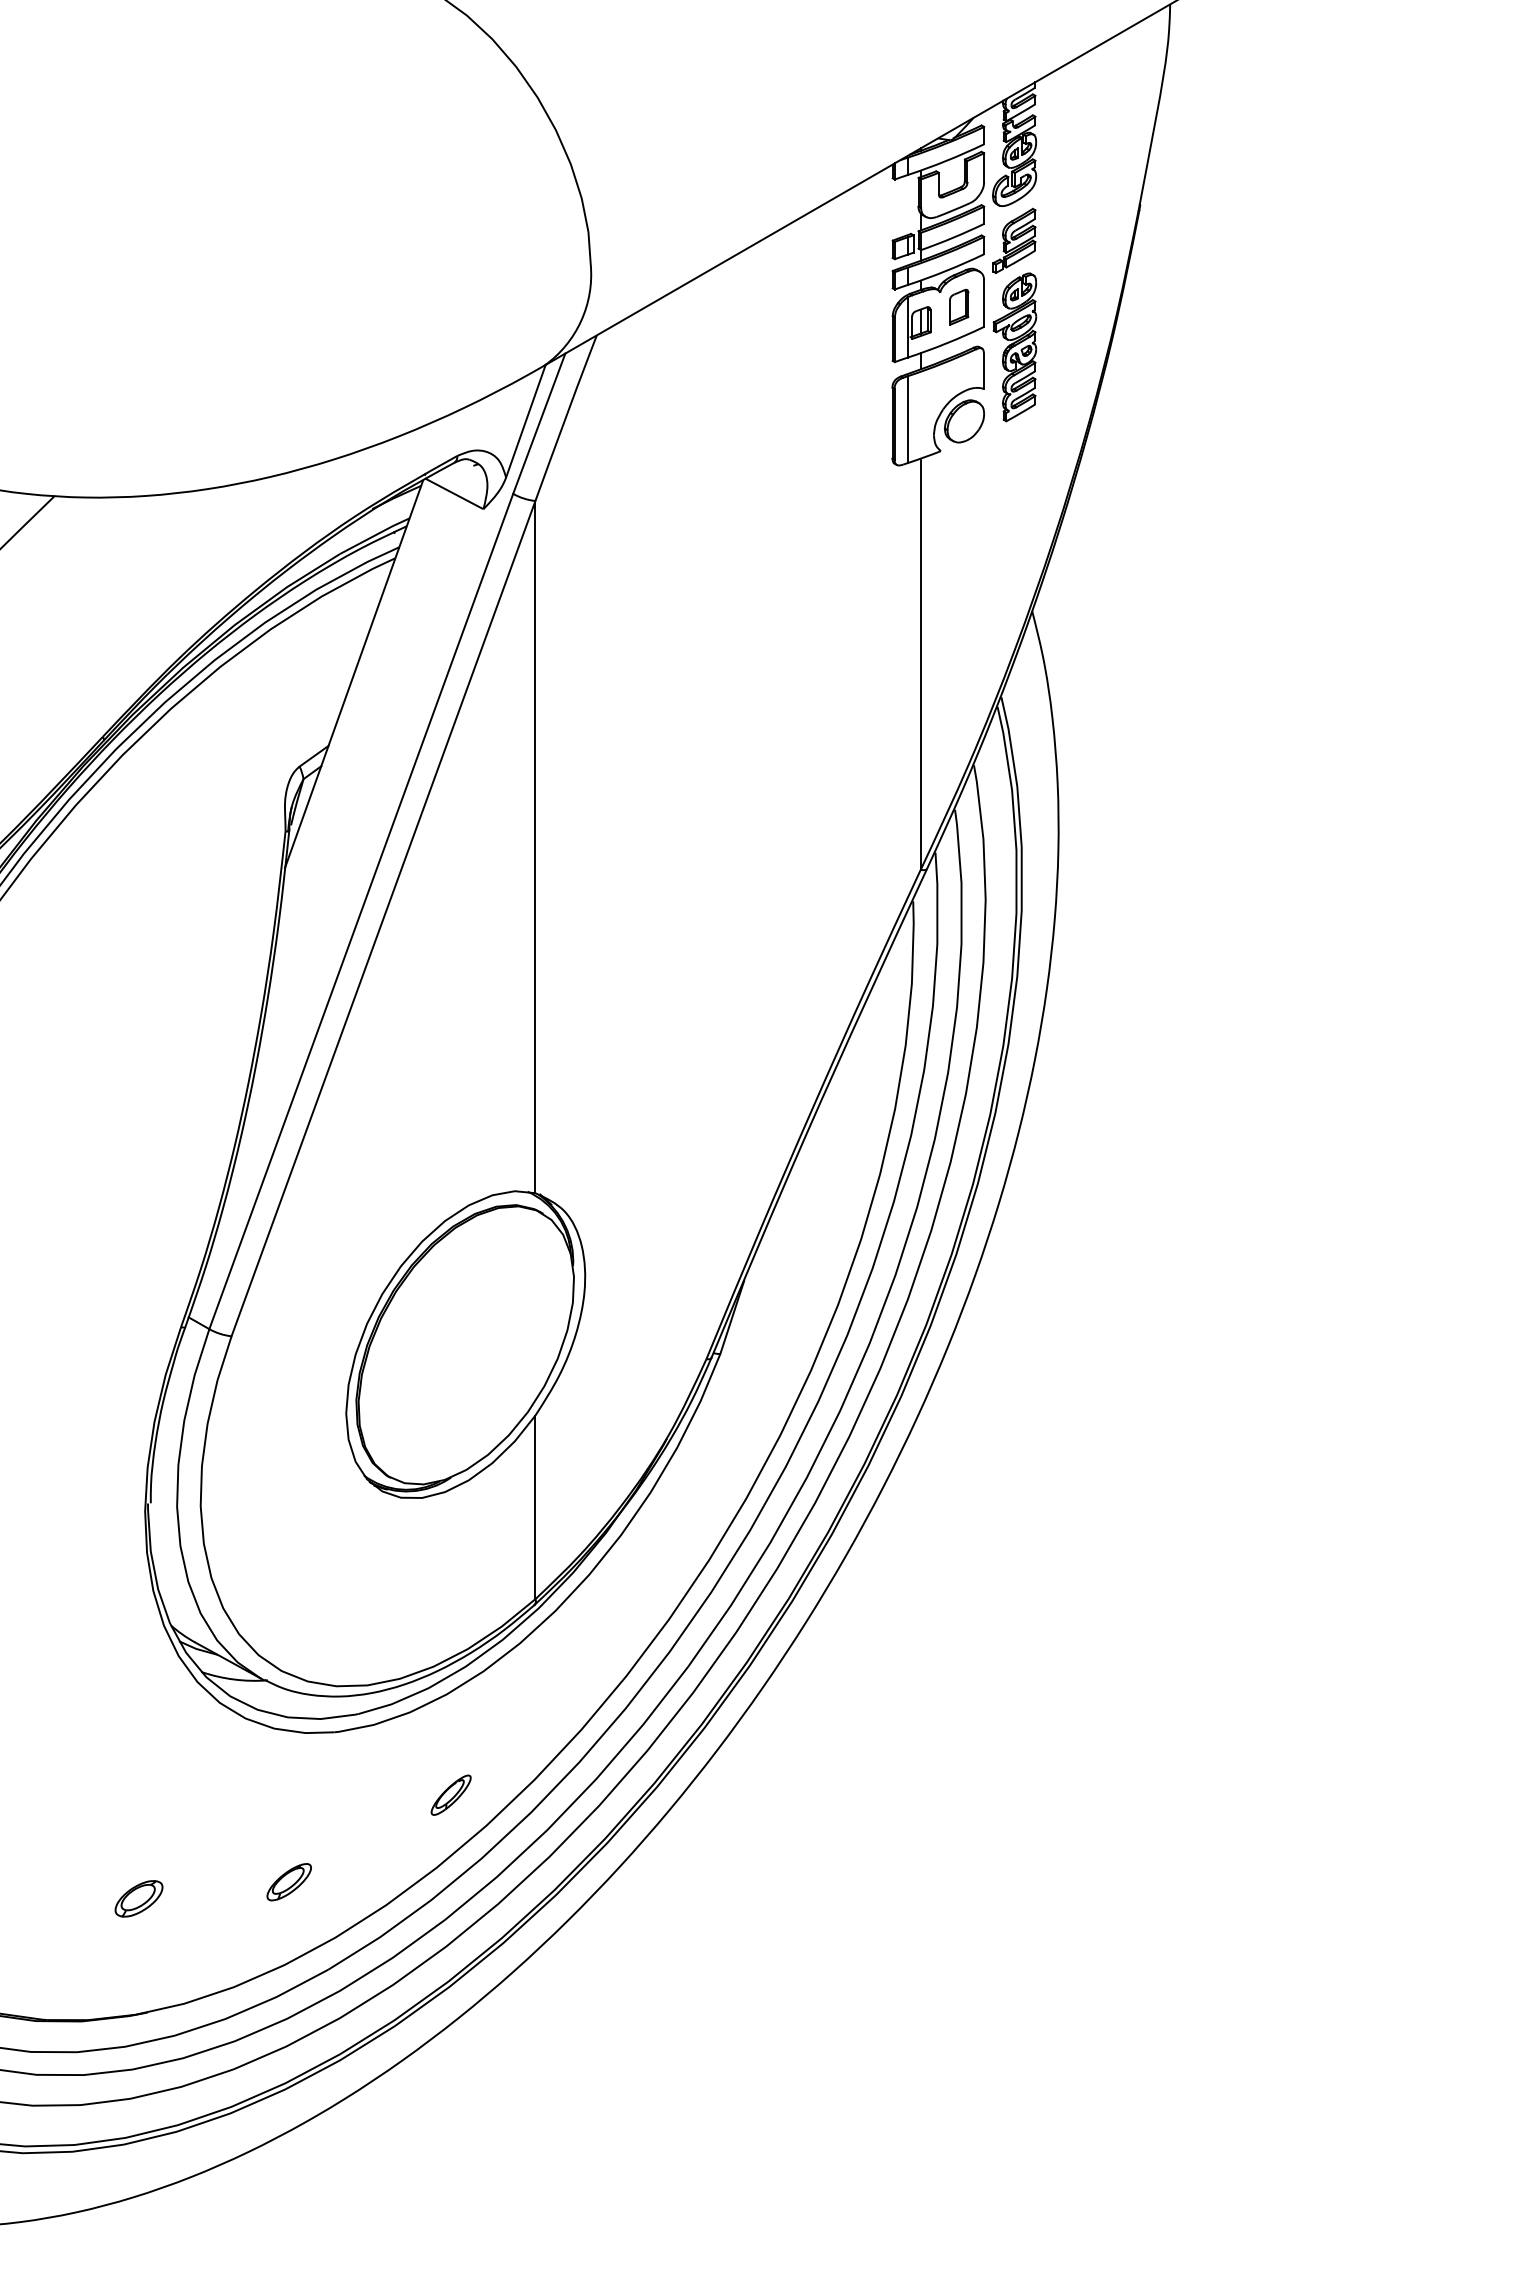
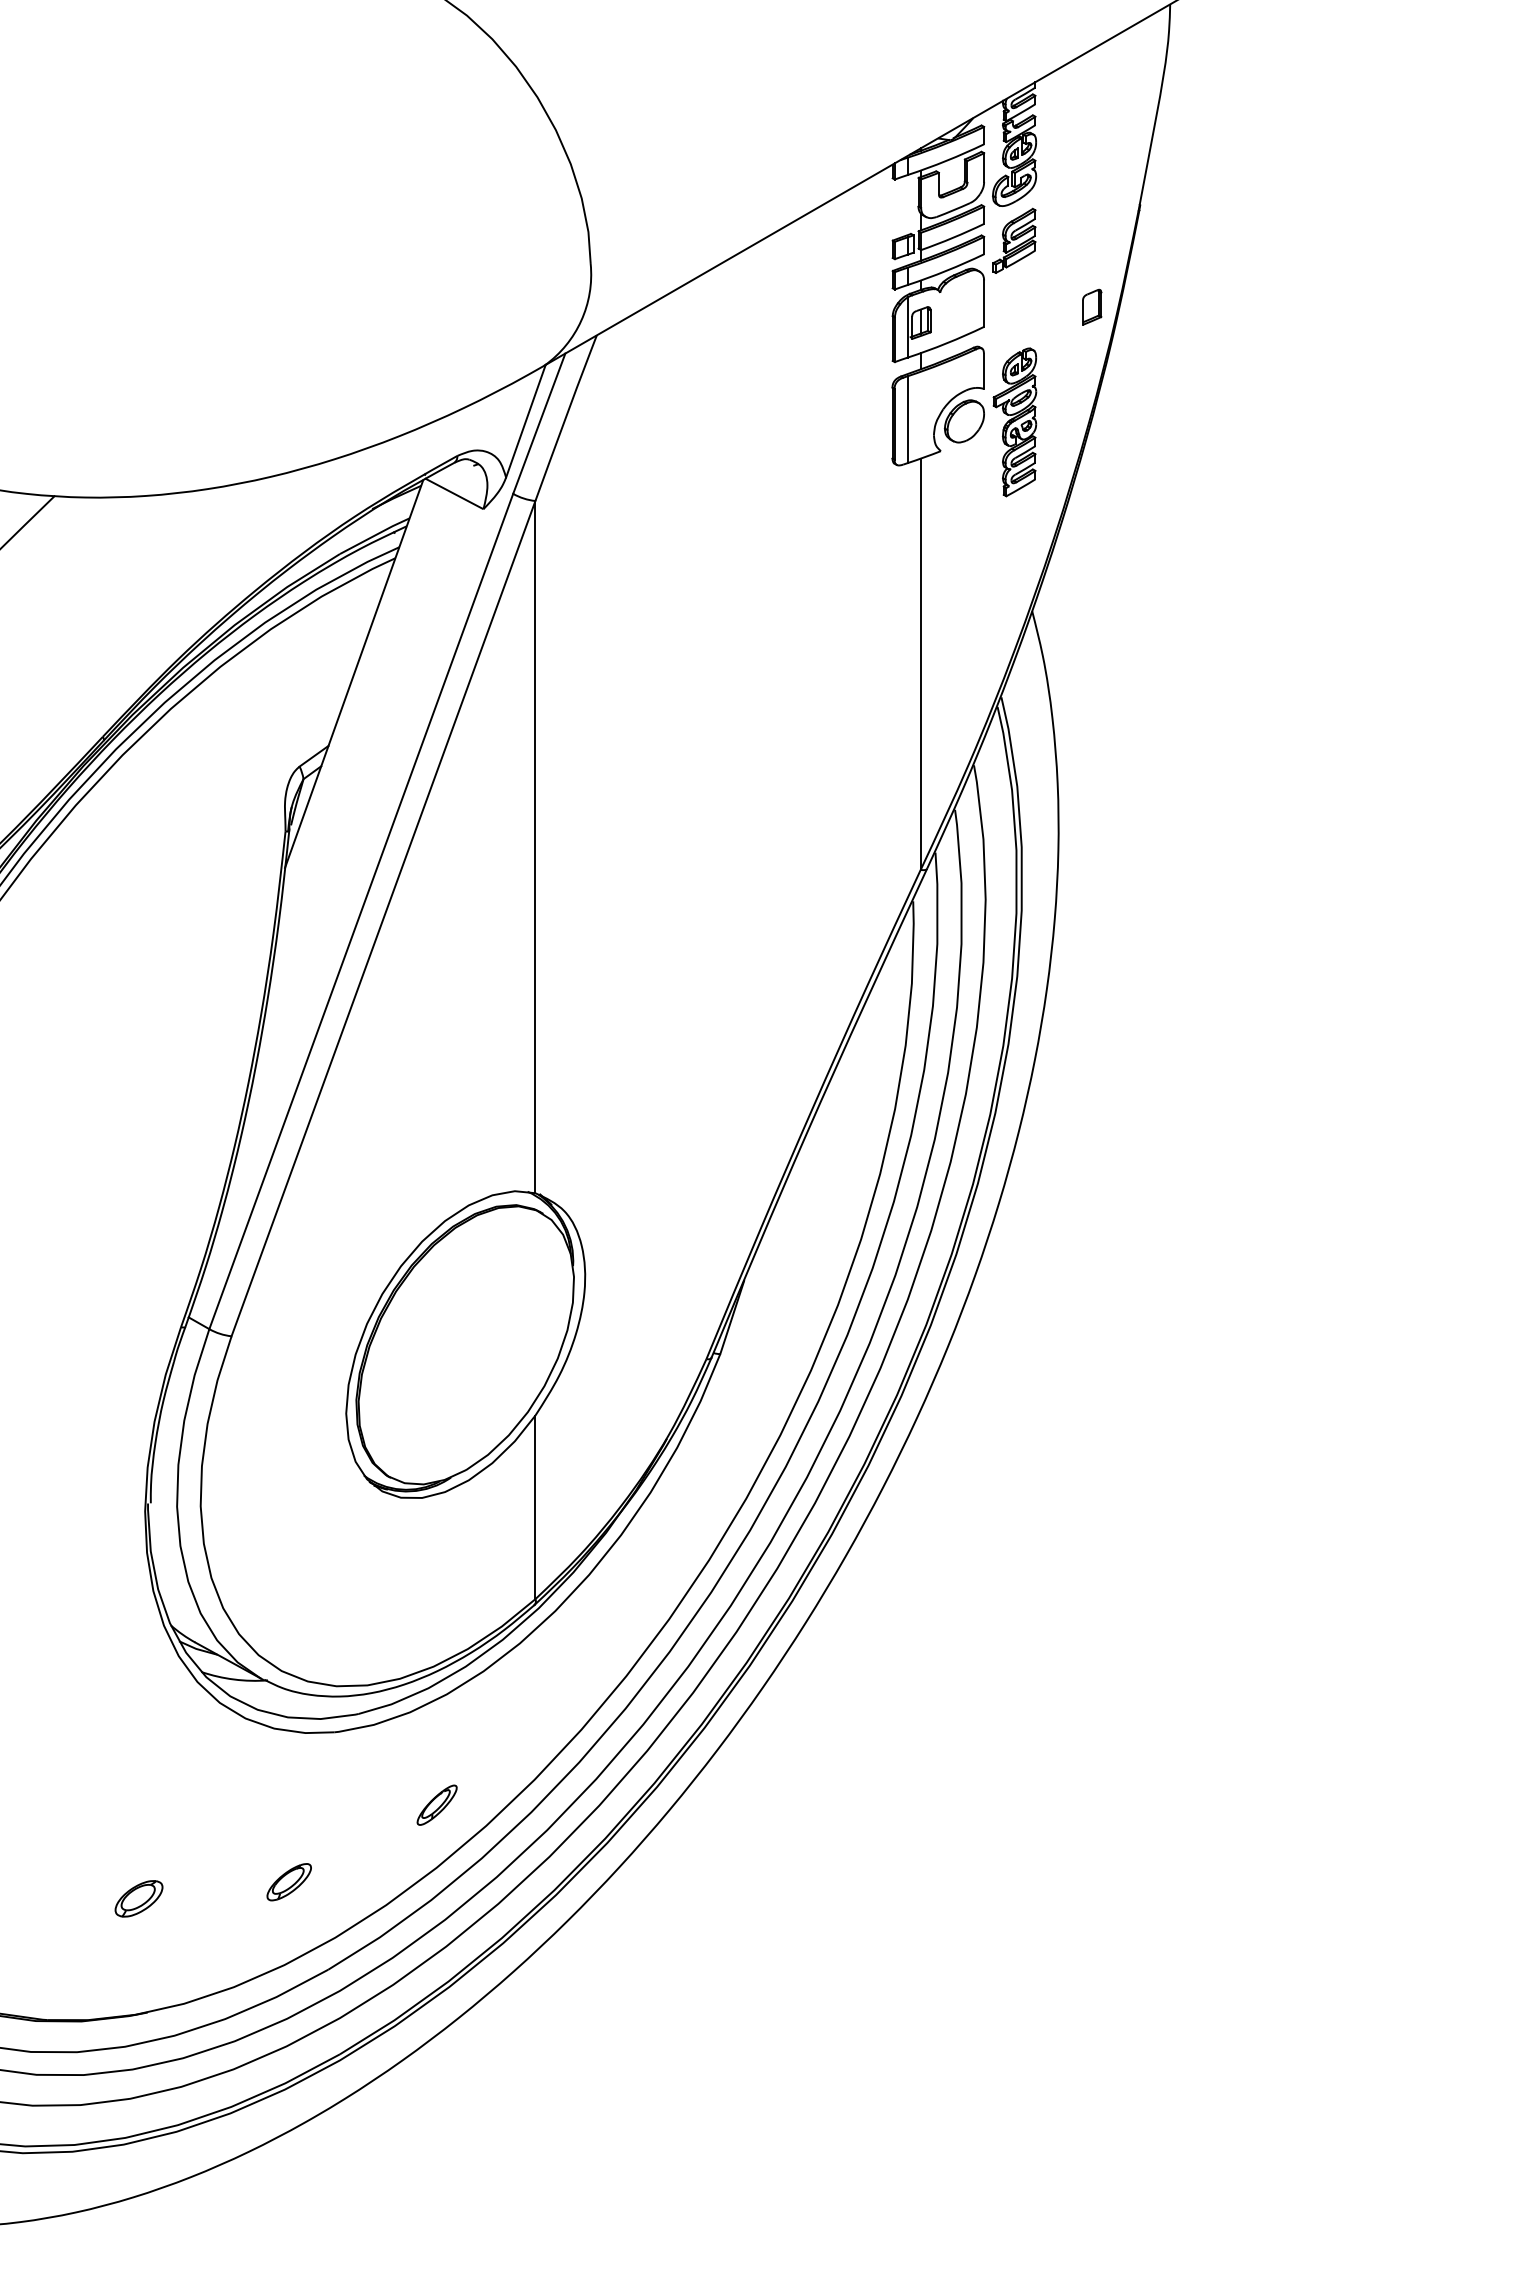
part at (959, 306) position: (959, 306) -> (1092, 306)
part at (1014, 347) position: (1014, 347) -> (1014, 422)
part at (450, 1794) position: (450, 1794) -> (436, 1804)
